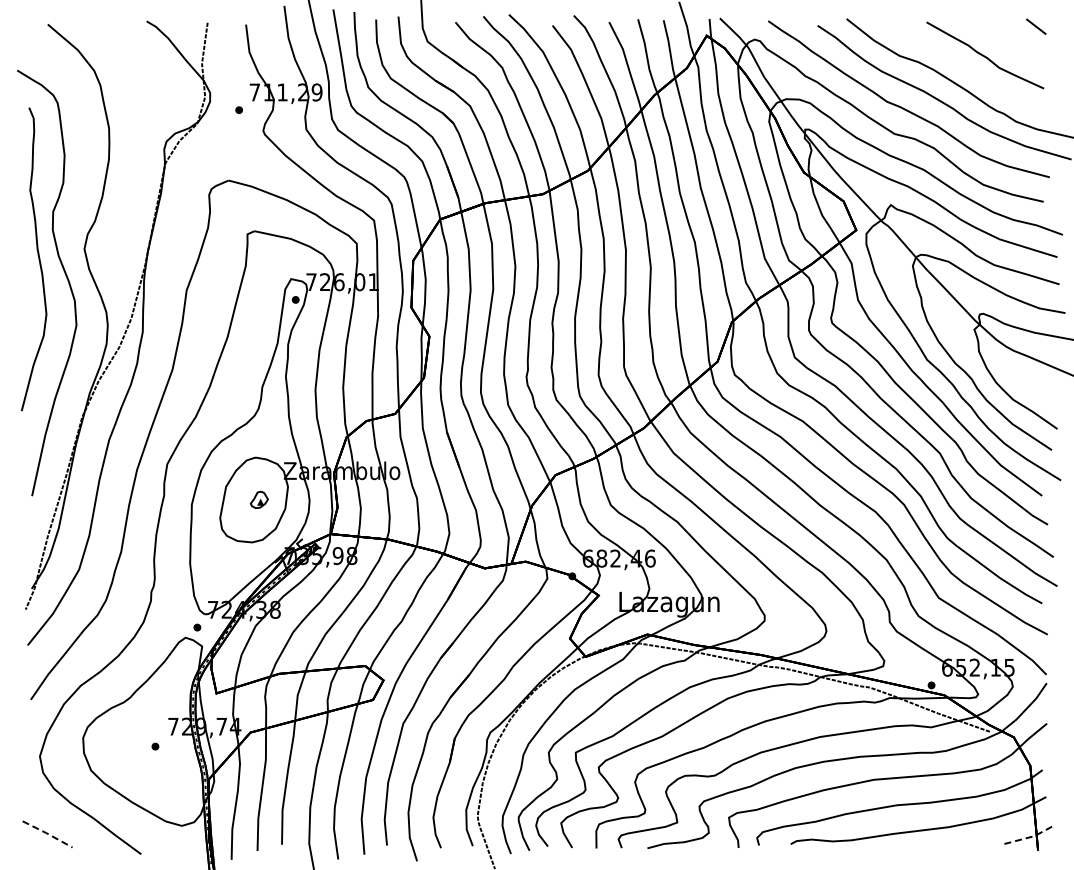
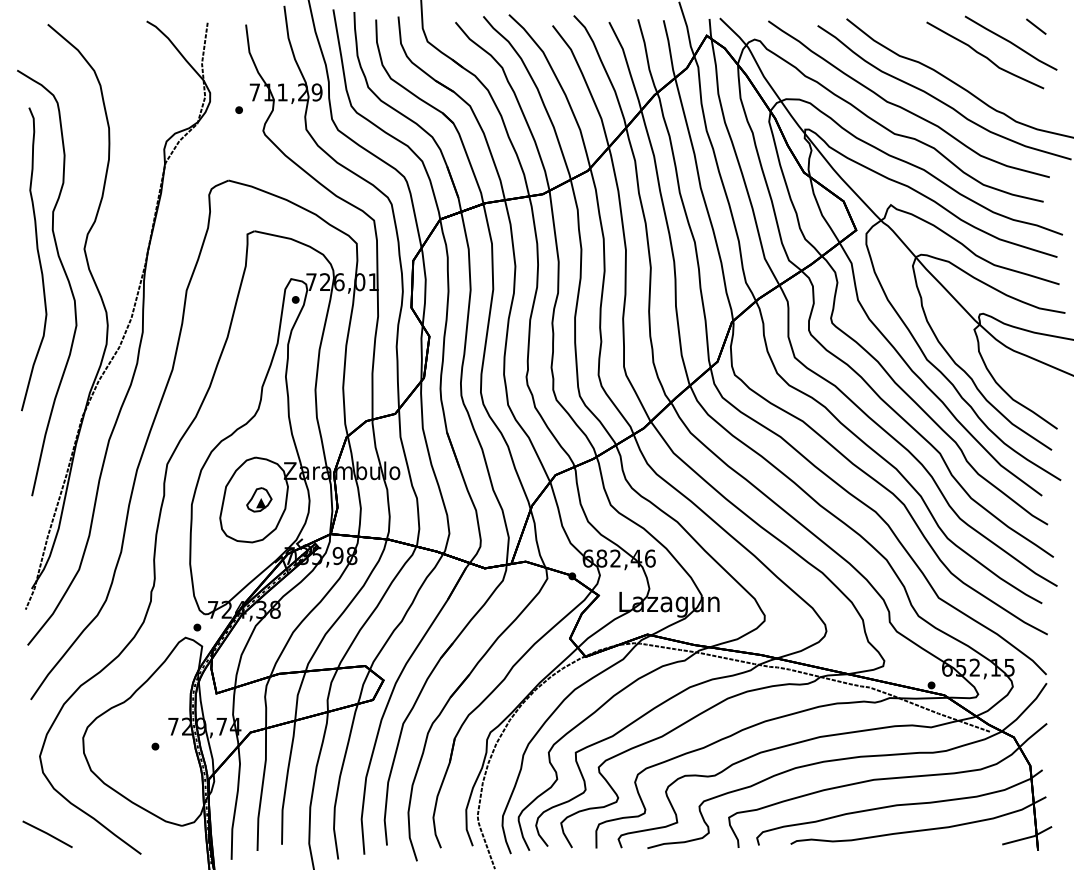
line at (1010, 42): none -> present
part at (258, 499) size: 20x19 px -> 27x26 px
line at (47, 833): dashed -> solid
line at (1027, 837): dashed -> solid
